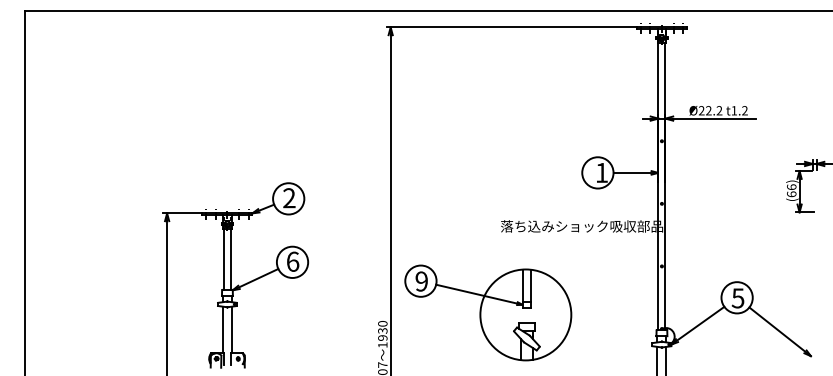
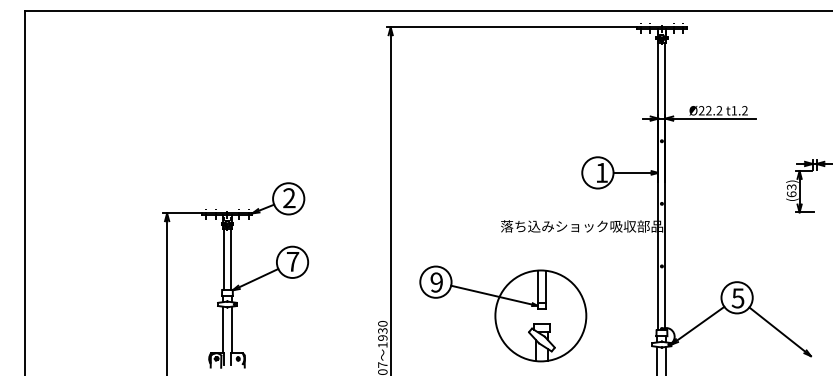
text at (791, 187): (66) -> (63)
text at (293, 261): 6 -> 7
part at (488, 312) position: (488, 312) -> (503, 313)
